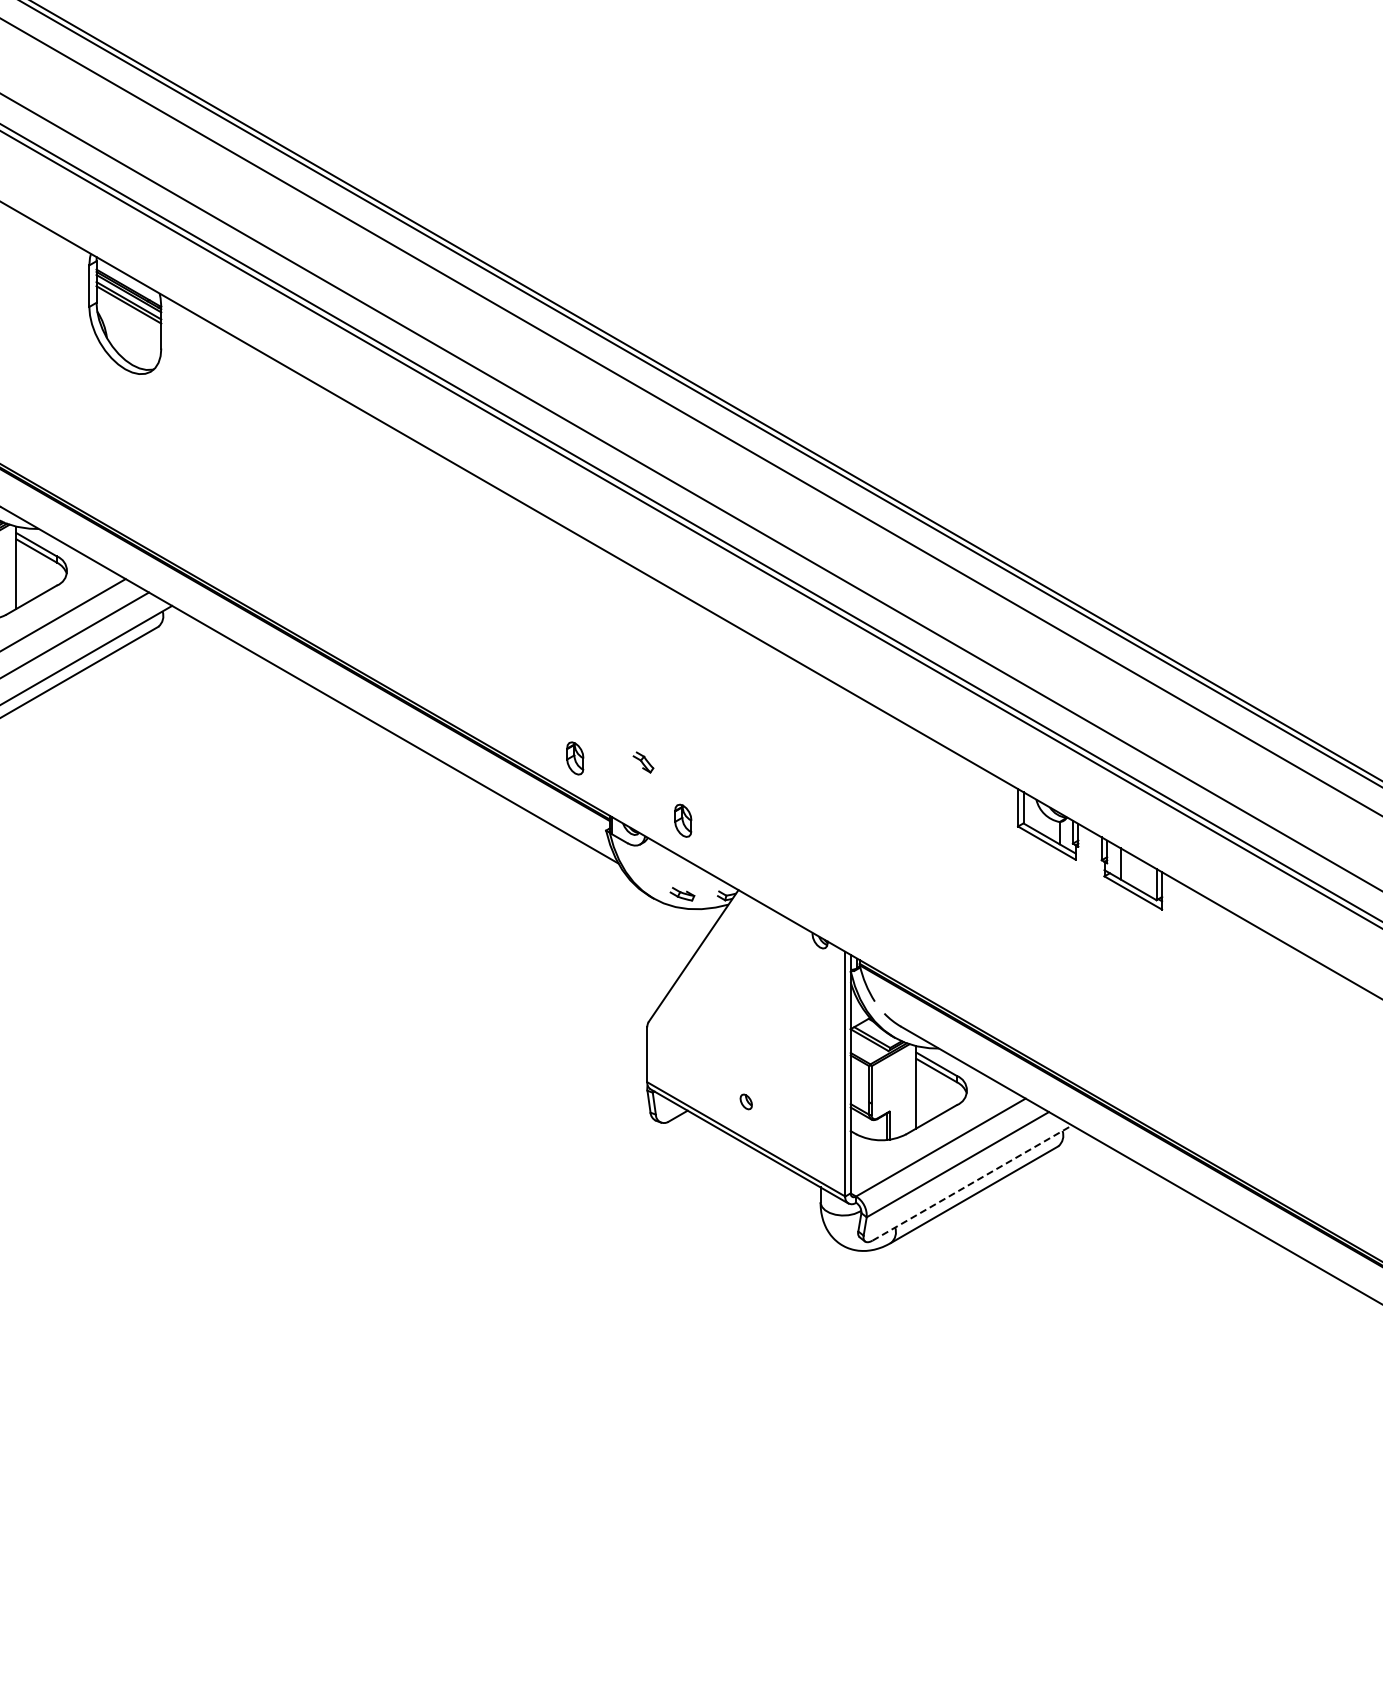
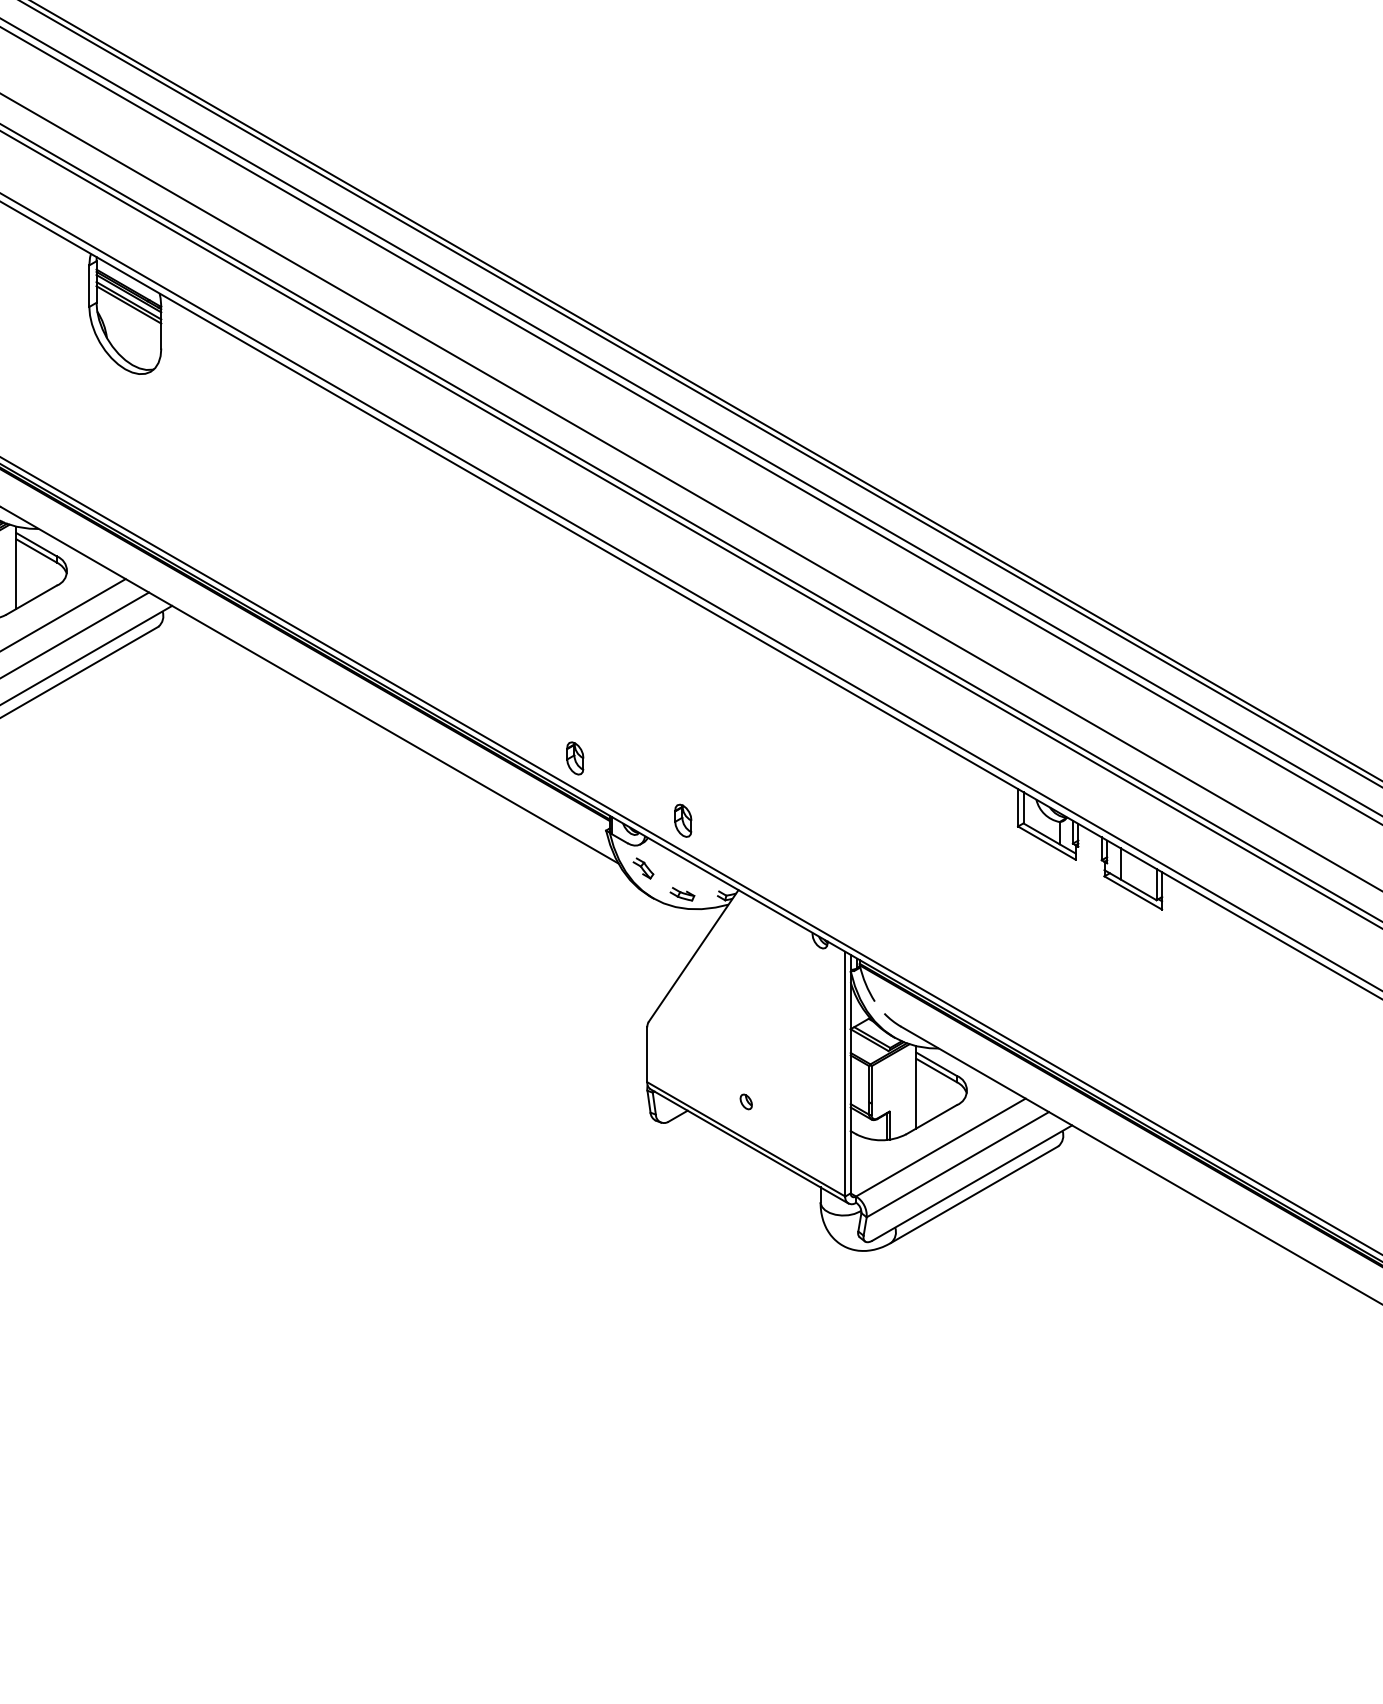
line at (690, 425): none -> present
line at (690, 591): none -> present
part at (643, 762) position: (643, 762) -> (643, 868)
line at (690, 855): none -> present
line at (972, 1182): dashed -> solid
